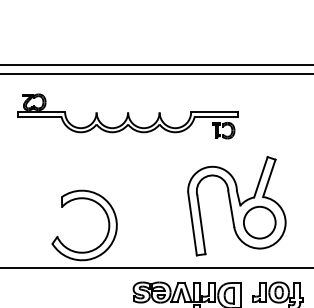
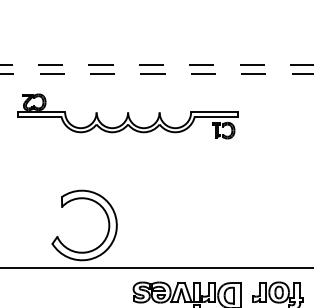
line at (157, 65): solid -> dashed
line at (157, 74): solid -> dashed
part at (236, 206): present -> none
